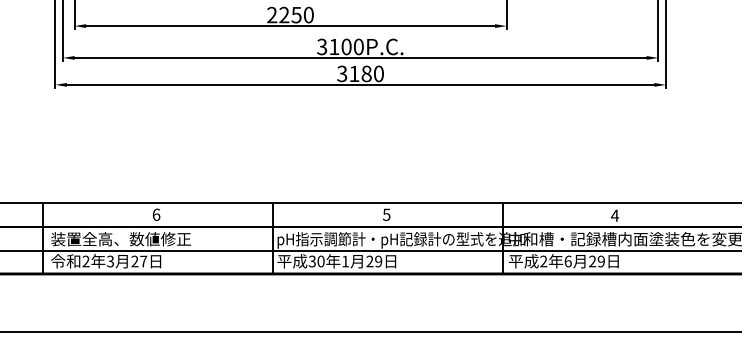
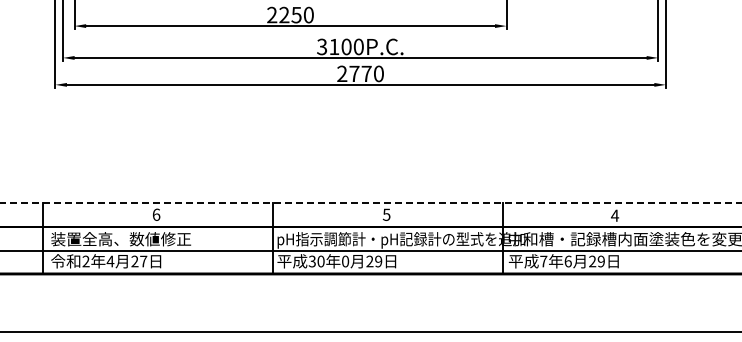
text at (354, 73): 3180 -> 2770
line at (370, 202): solid -> dashed
text at (110, 261): 3 -> 4
text at (345, 261): 1 -> 0
text at (543, 261): 2 -> 7
